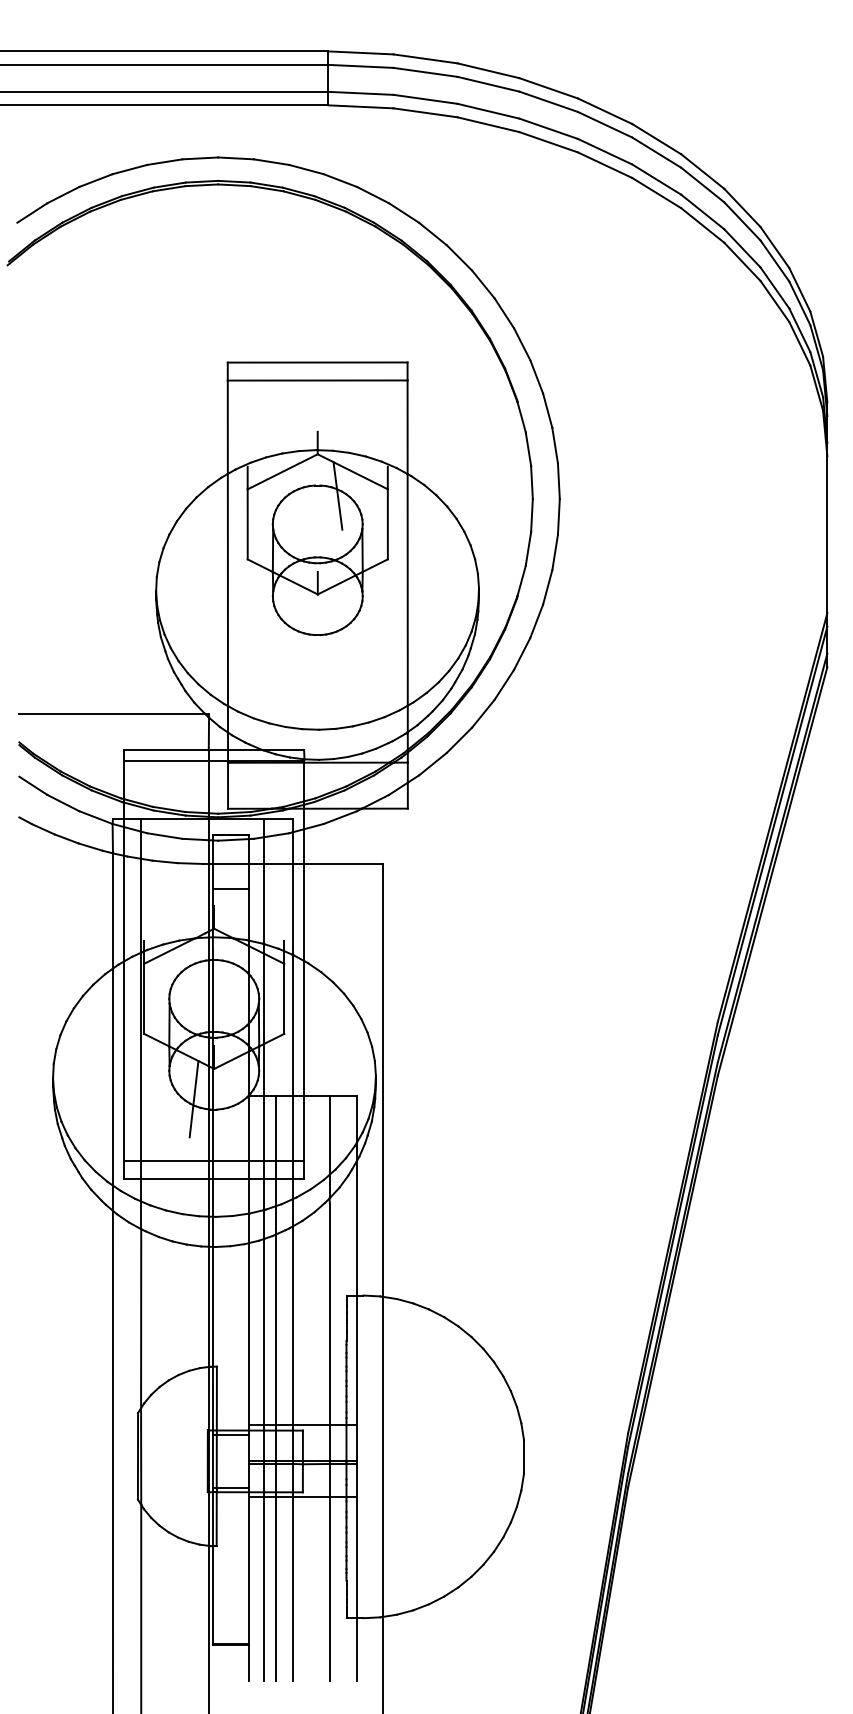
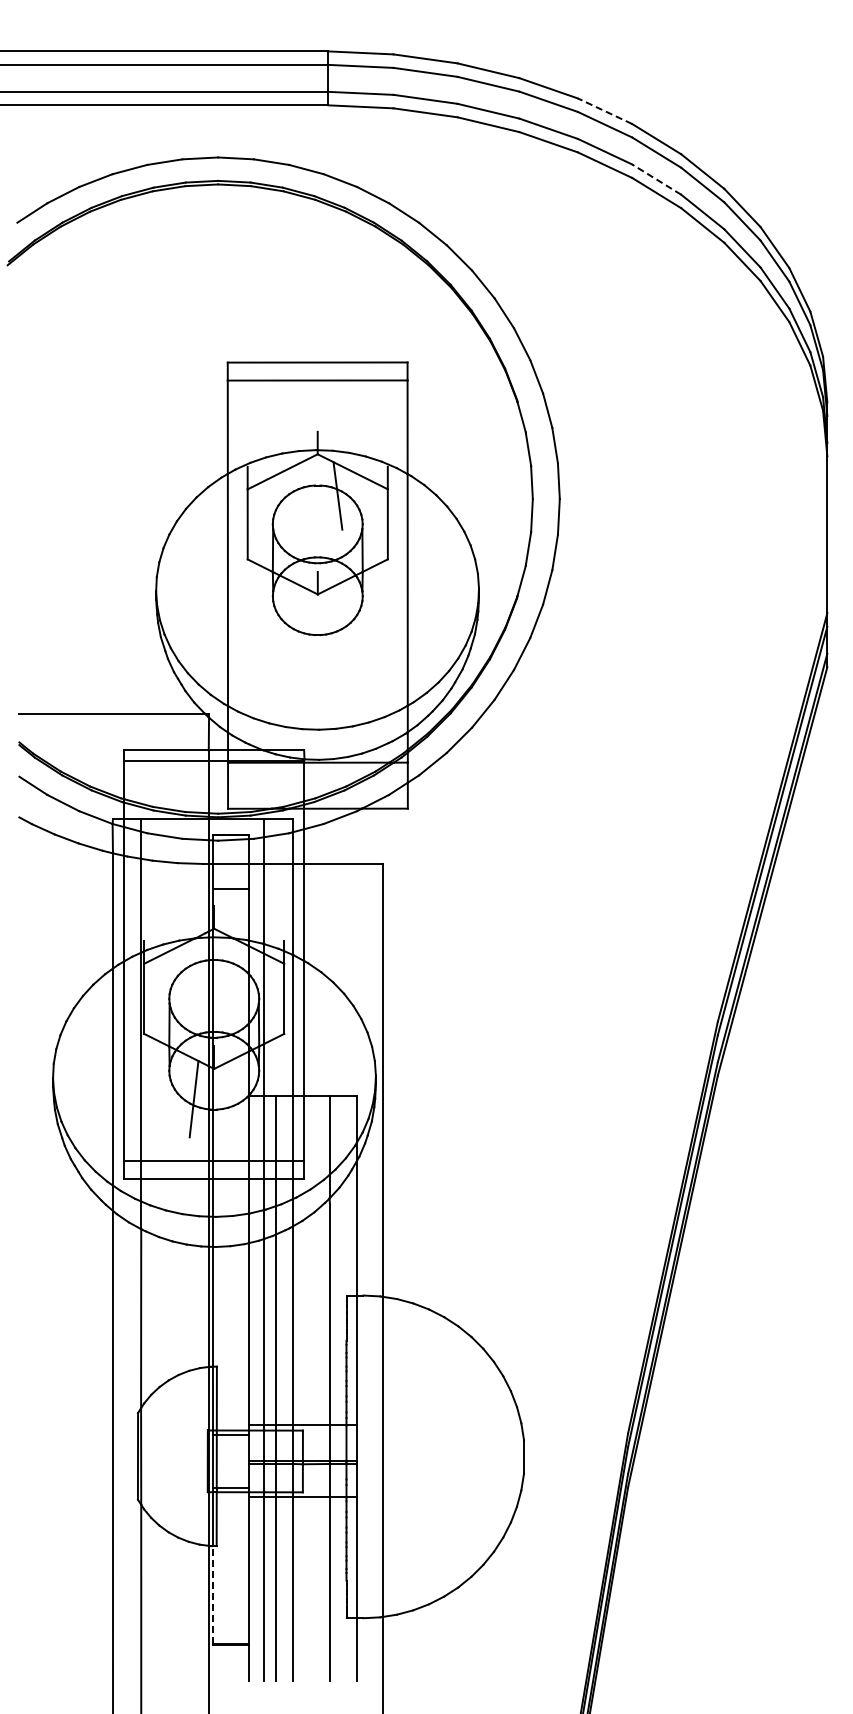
line at (605, 111): solid -> dashed
line at (656, 179): solid -> dashed
line at (213, 1595): solid -> dashed
